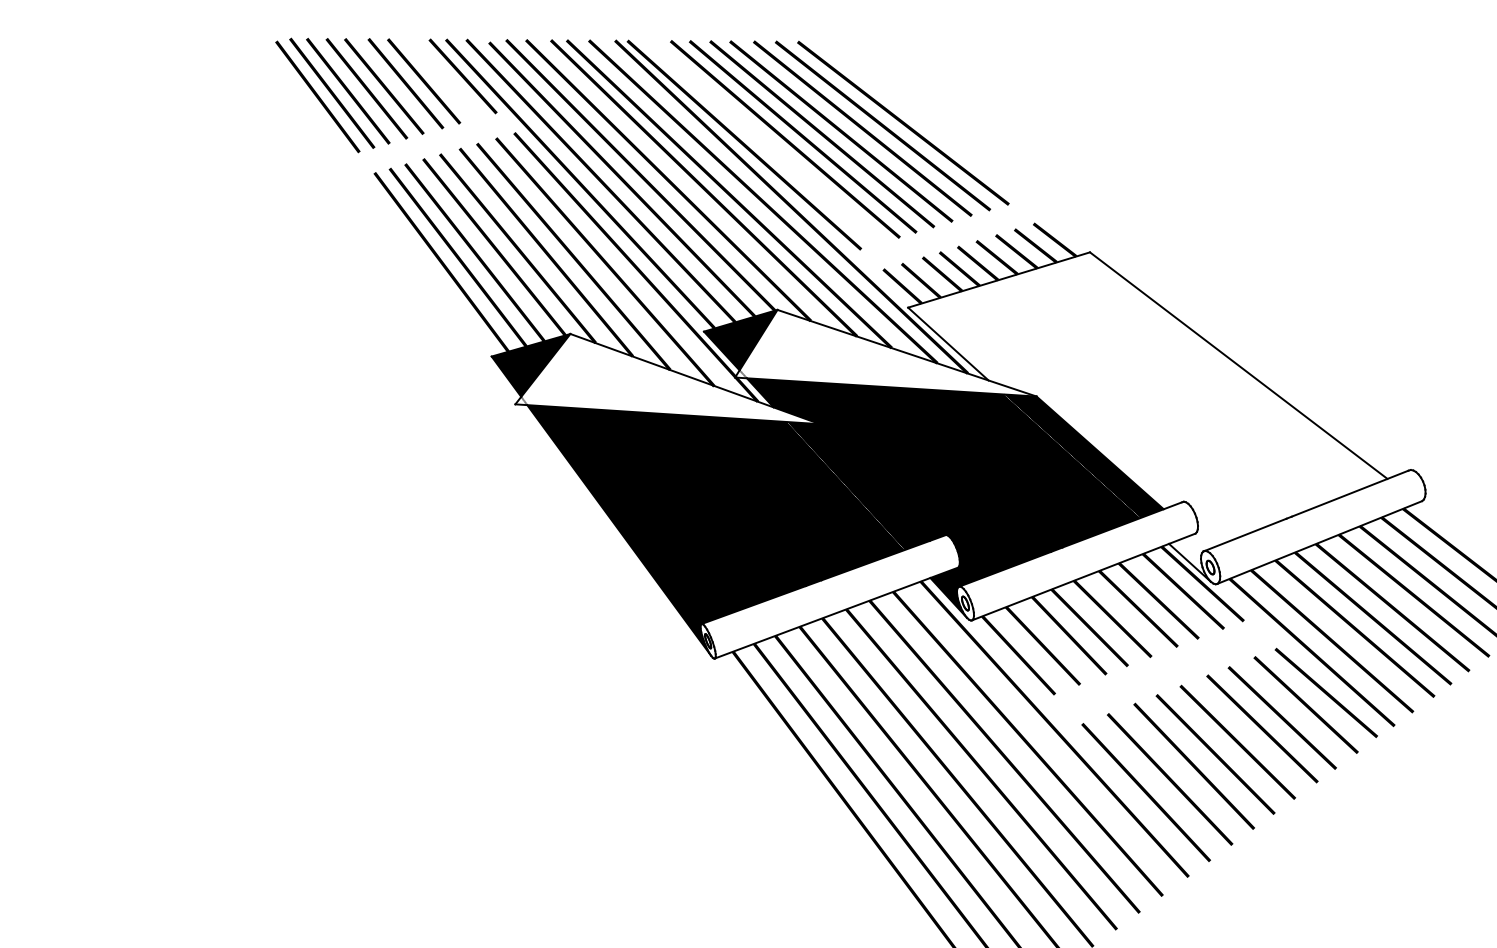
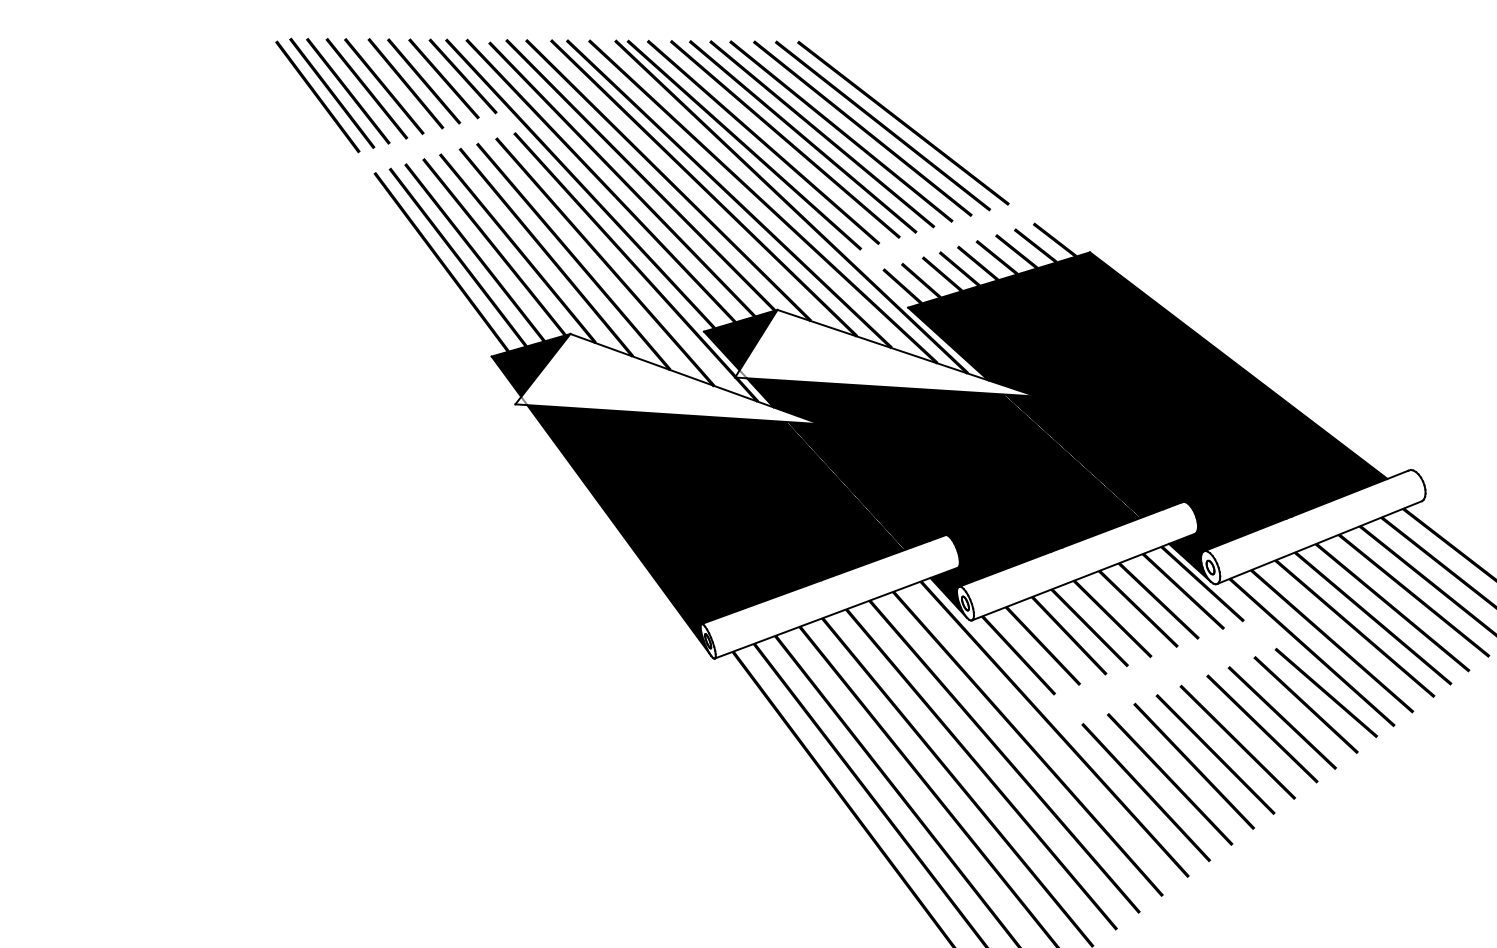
line at (443, 78): none -> present
line at (763, 141): none -> present
fill at (1147, 416): none -> present
